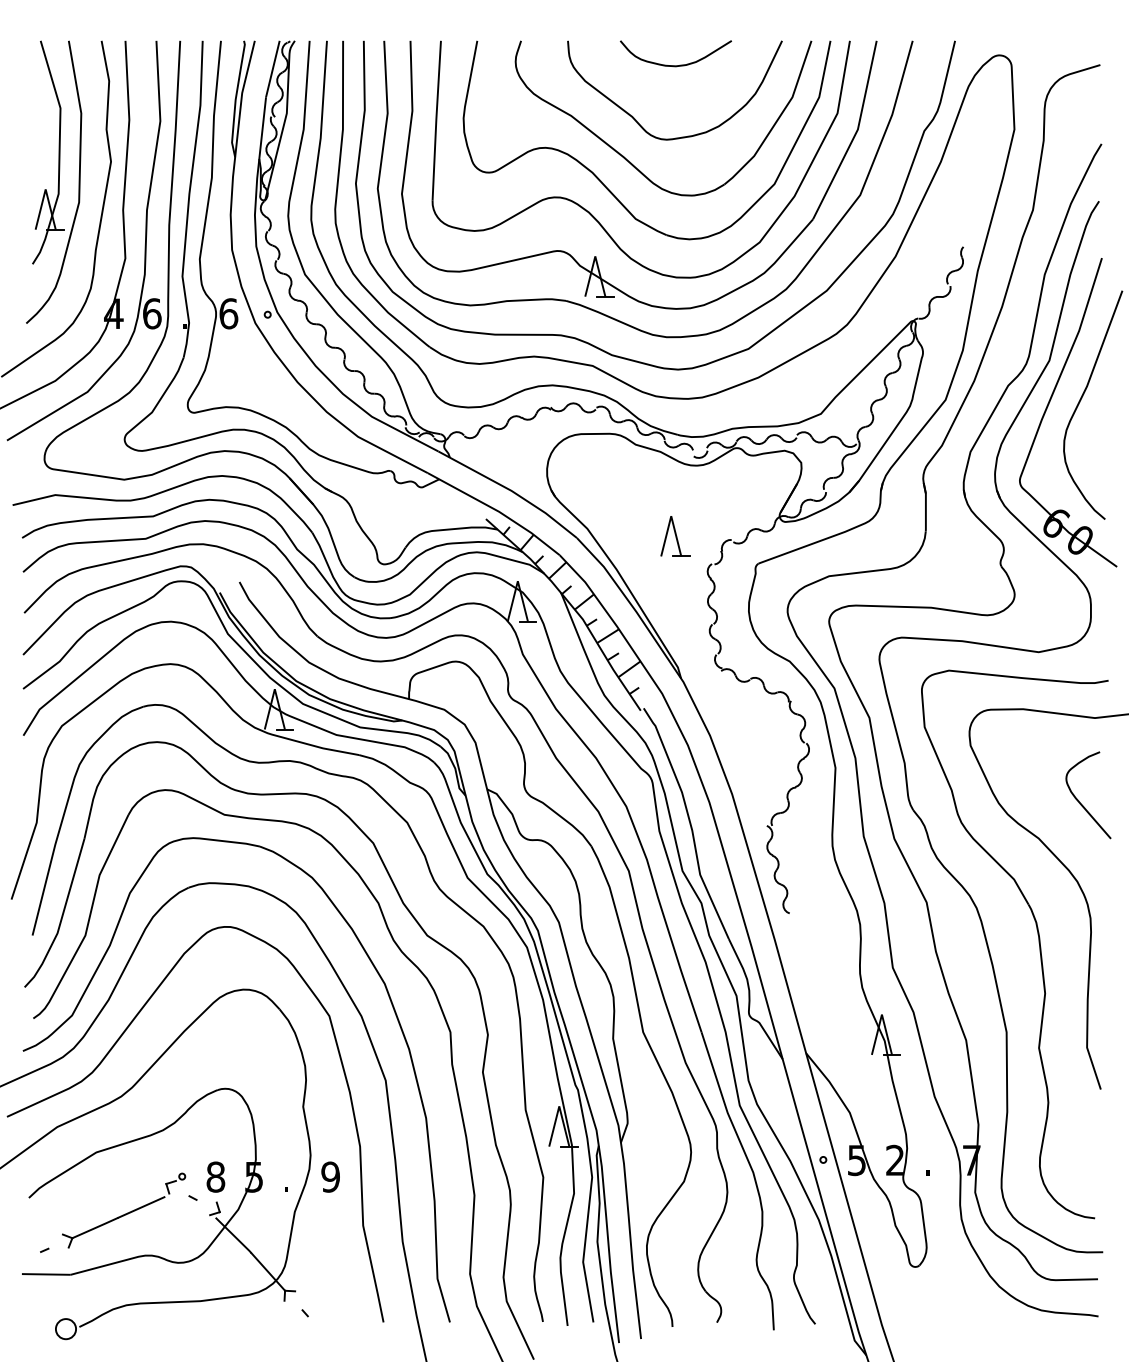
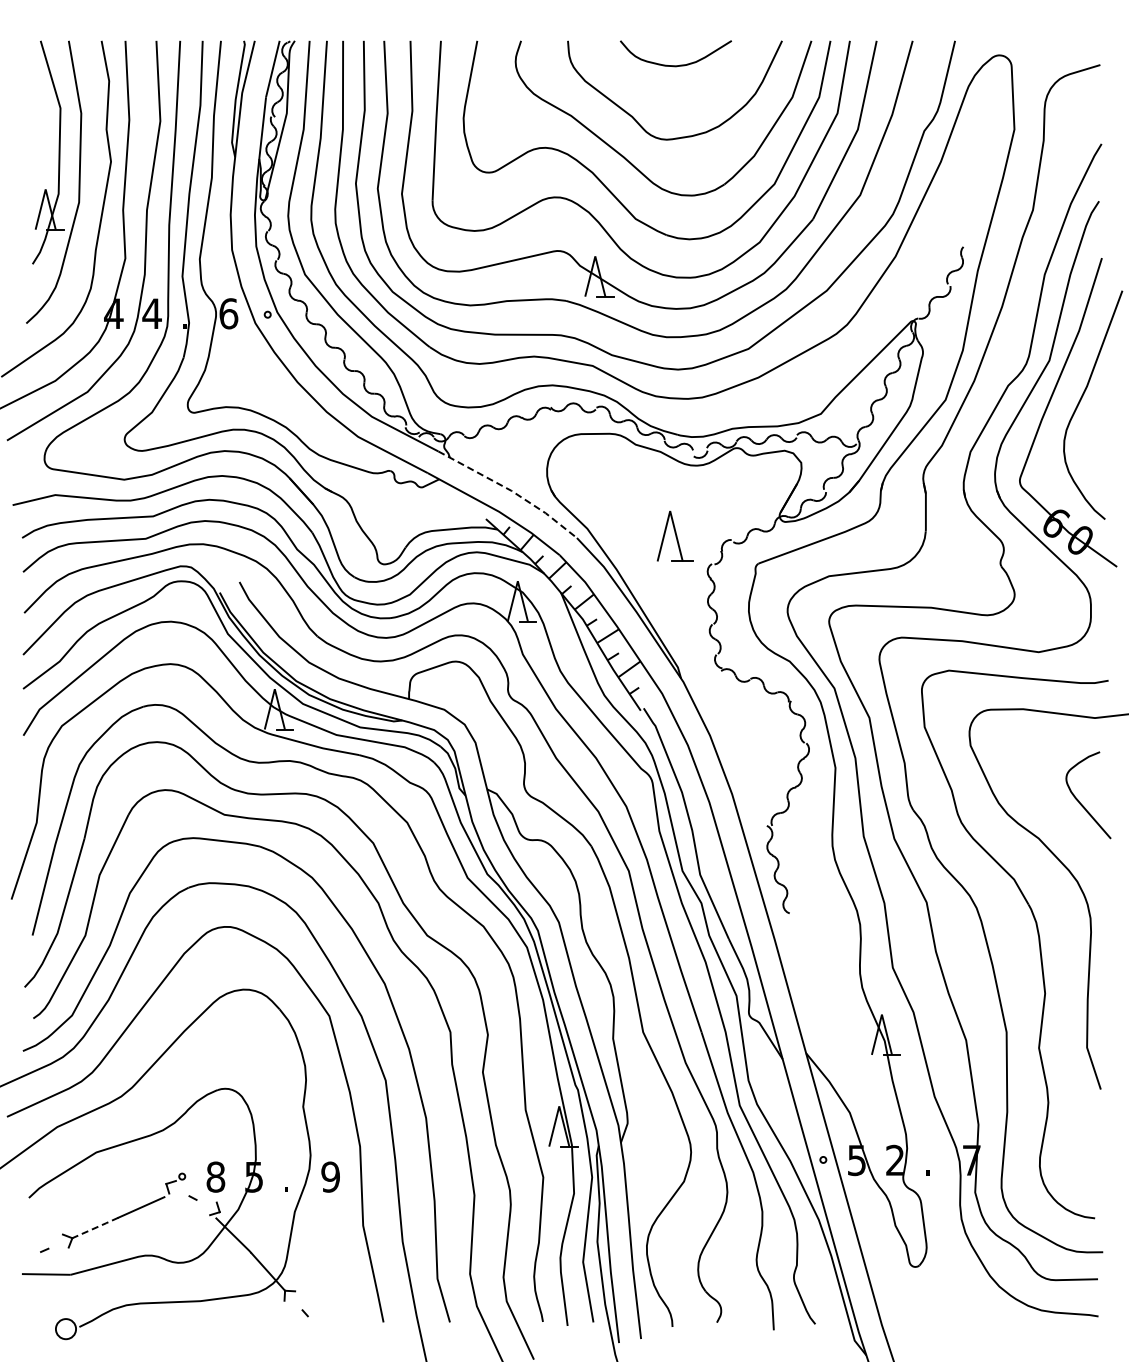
text at (151, 313): 6 -> 4
line at (511, 490): solid -> dashed
part at (675, 536) size: 31x41 px -> 38x52 px
line at (96, 1227): solid -> dashed
